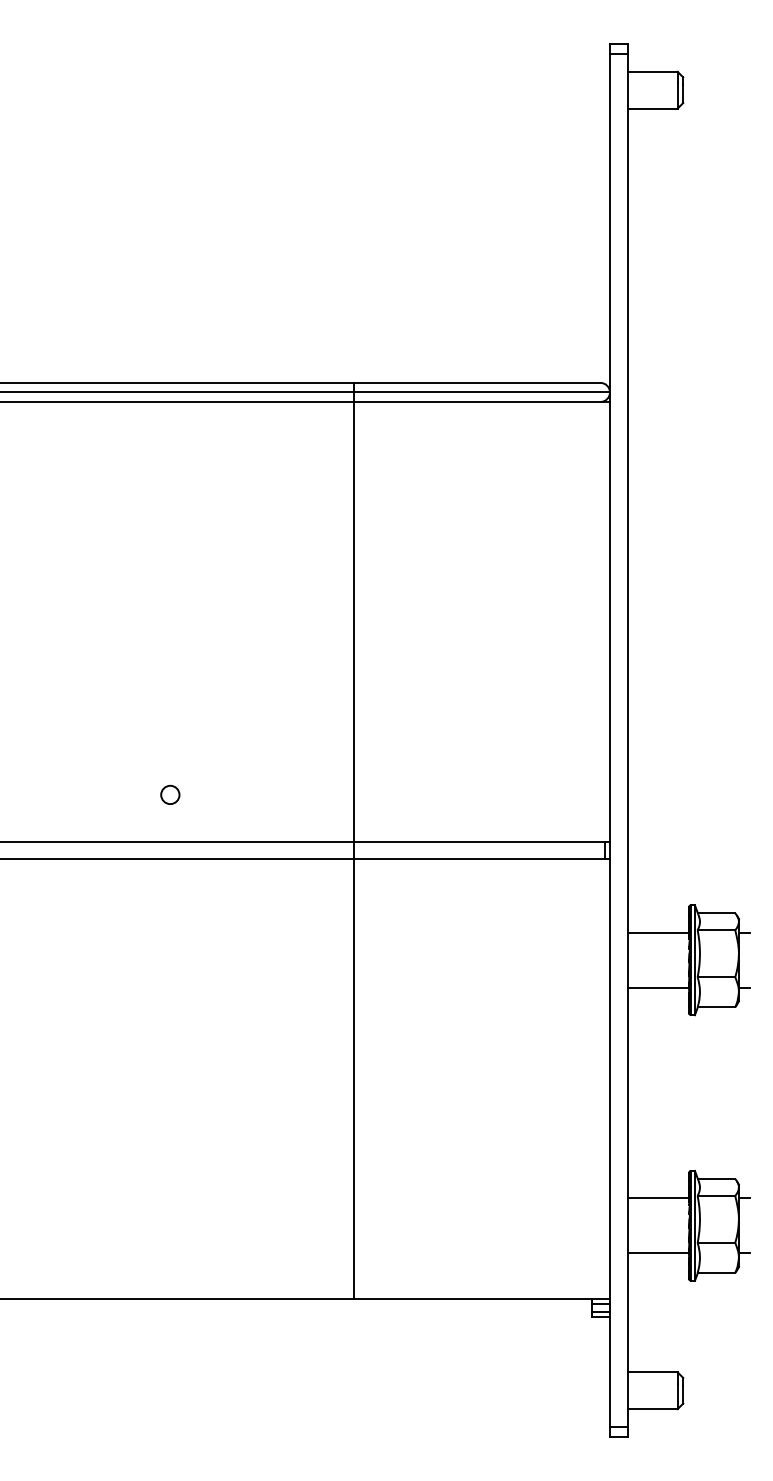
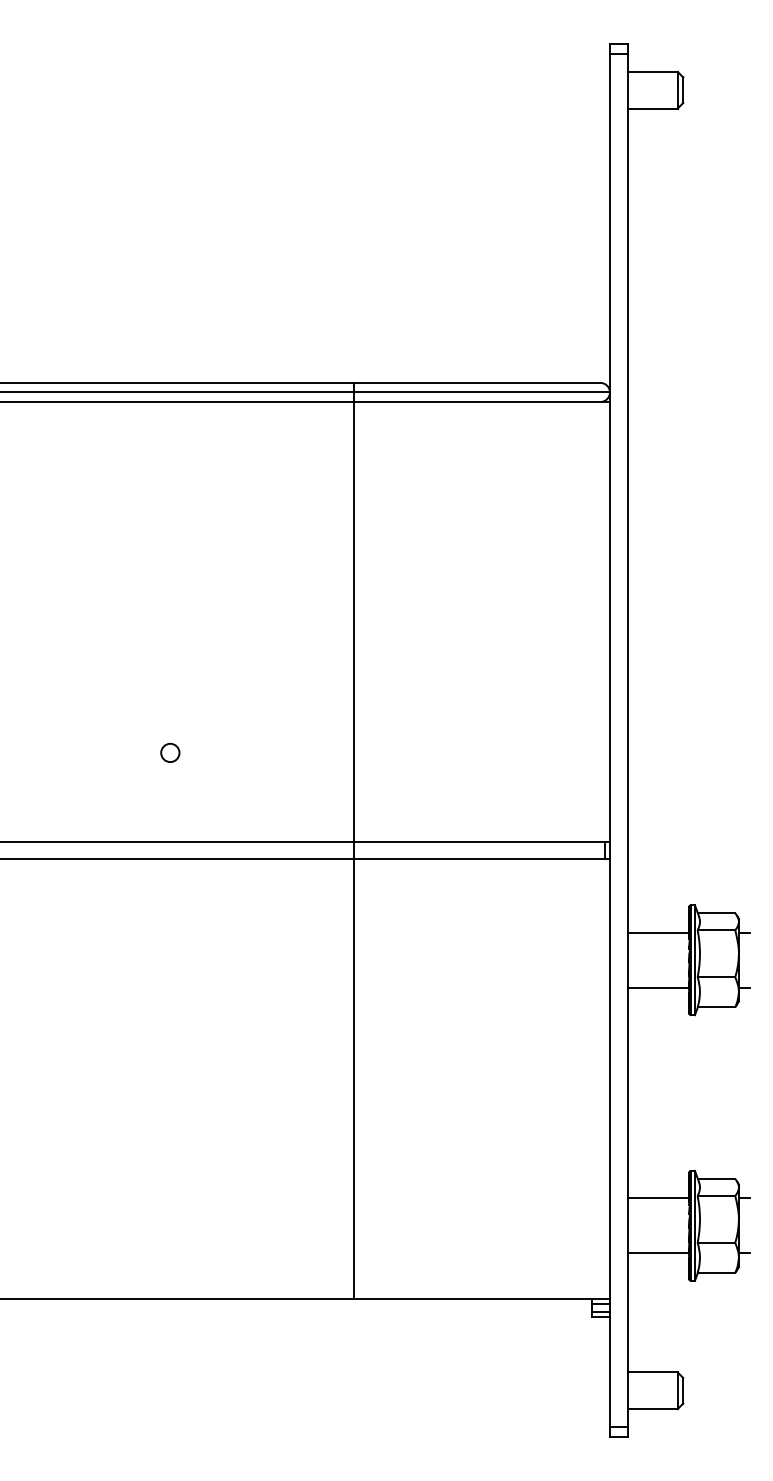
circle at (170, 794) position: (170, 794) -> (170, 752)
